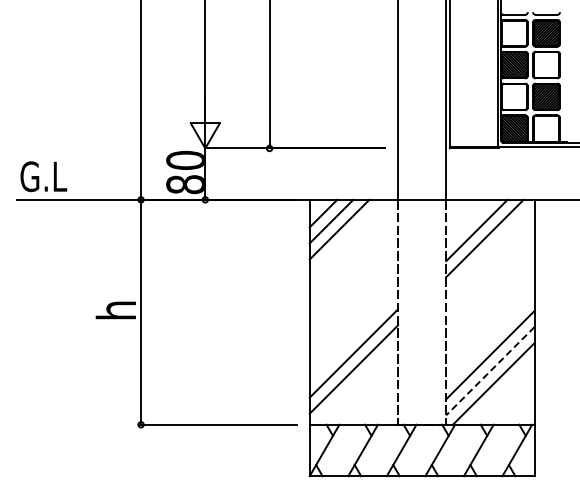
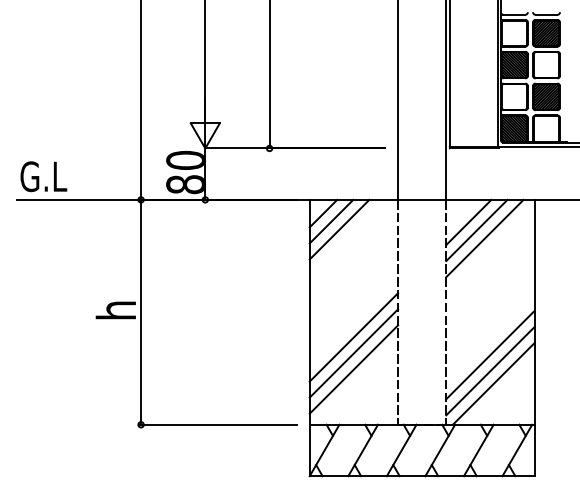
line at (468, 222): none -> present
line at (353, 337): none -> present
line at (490, 371): dashed -> solid
